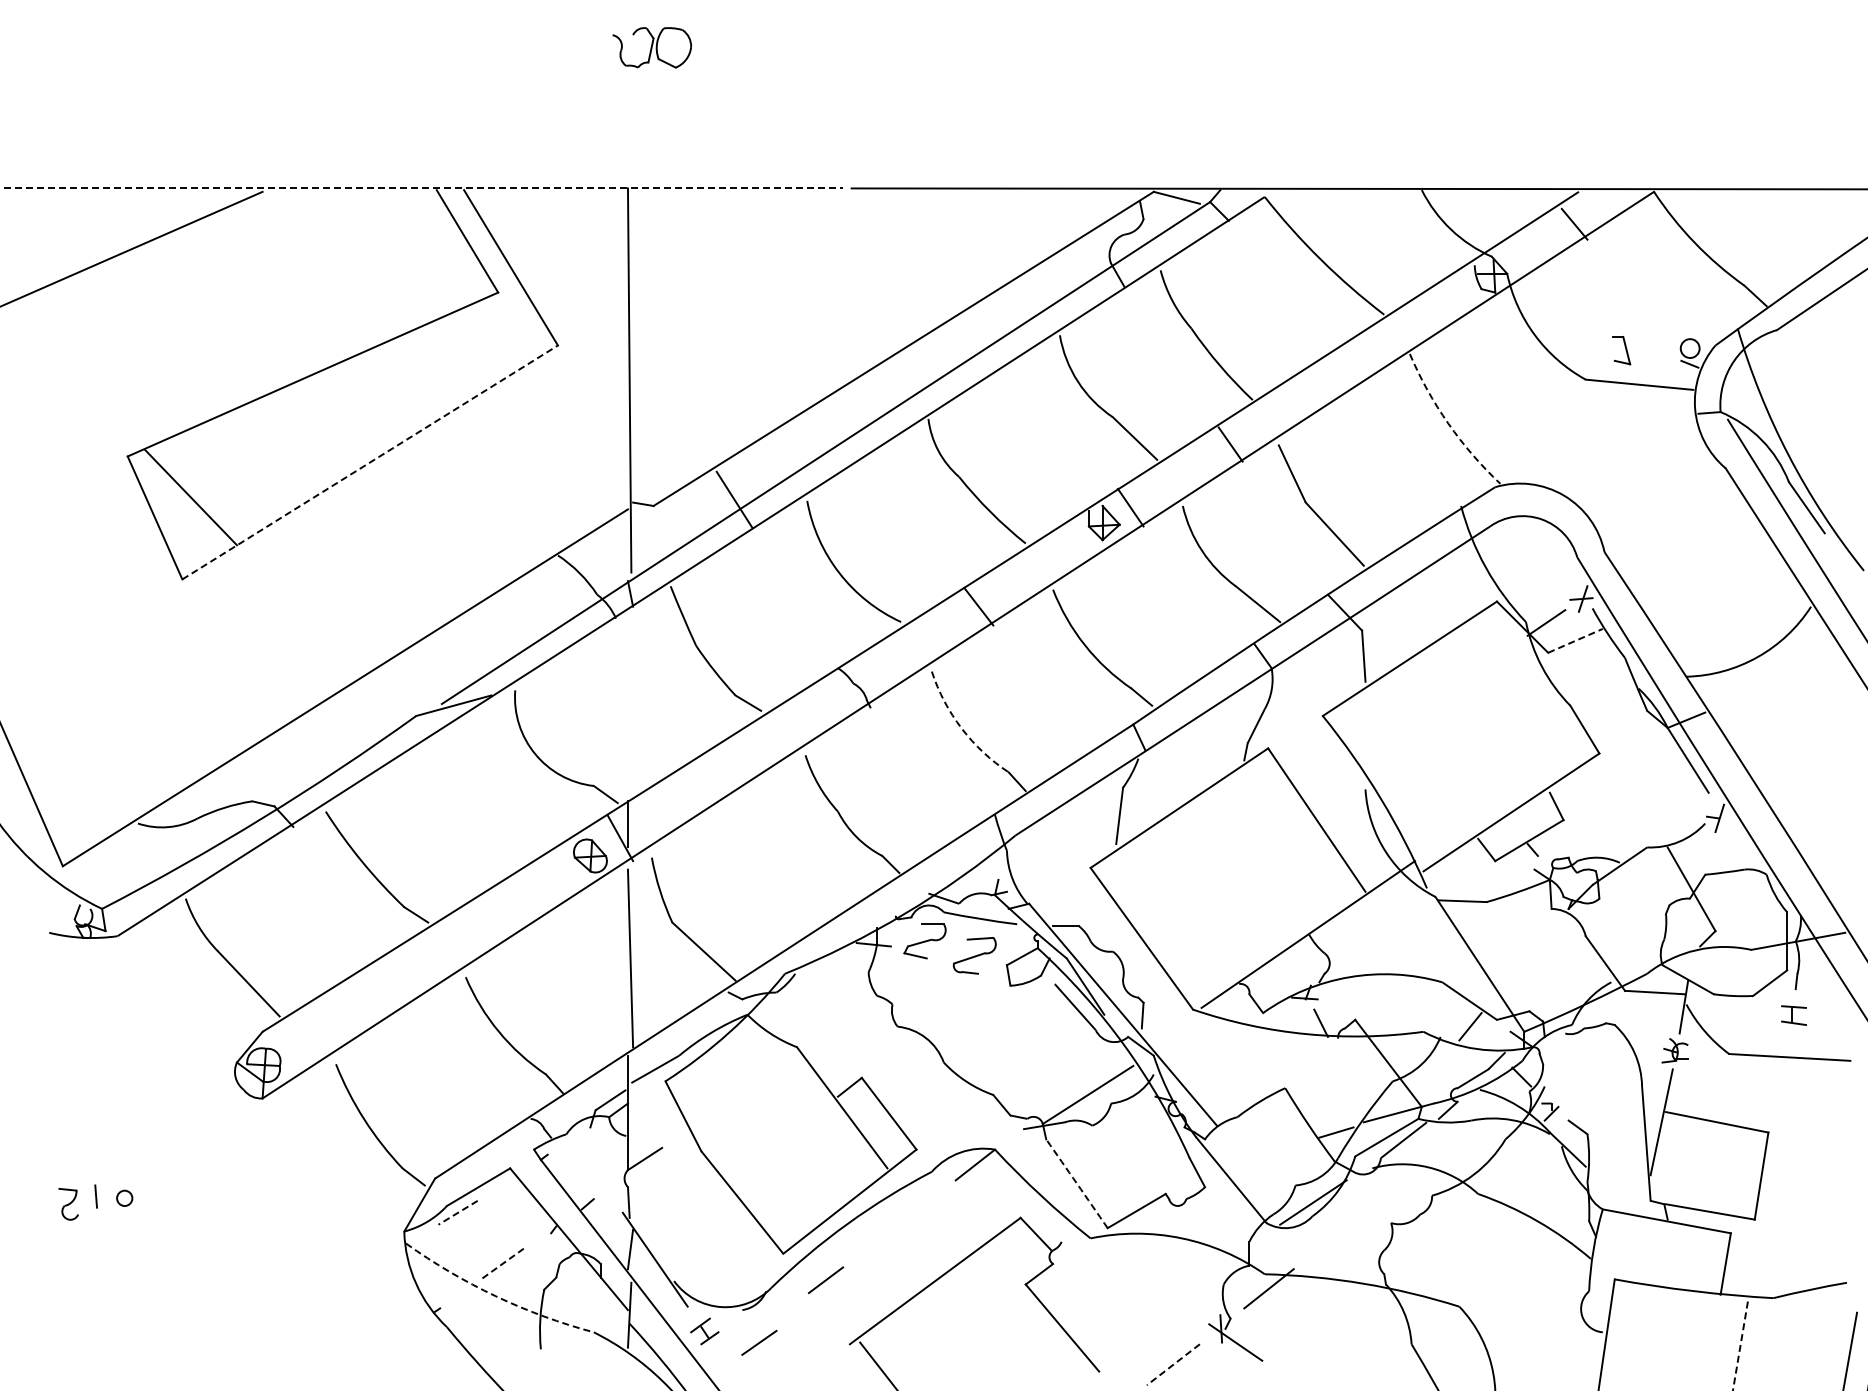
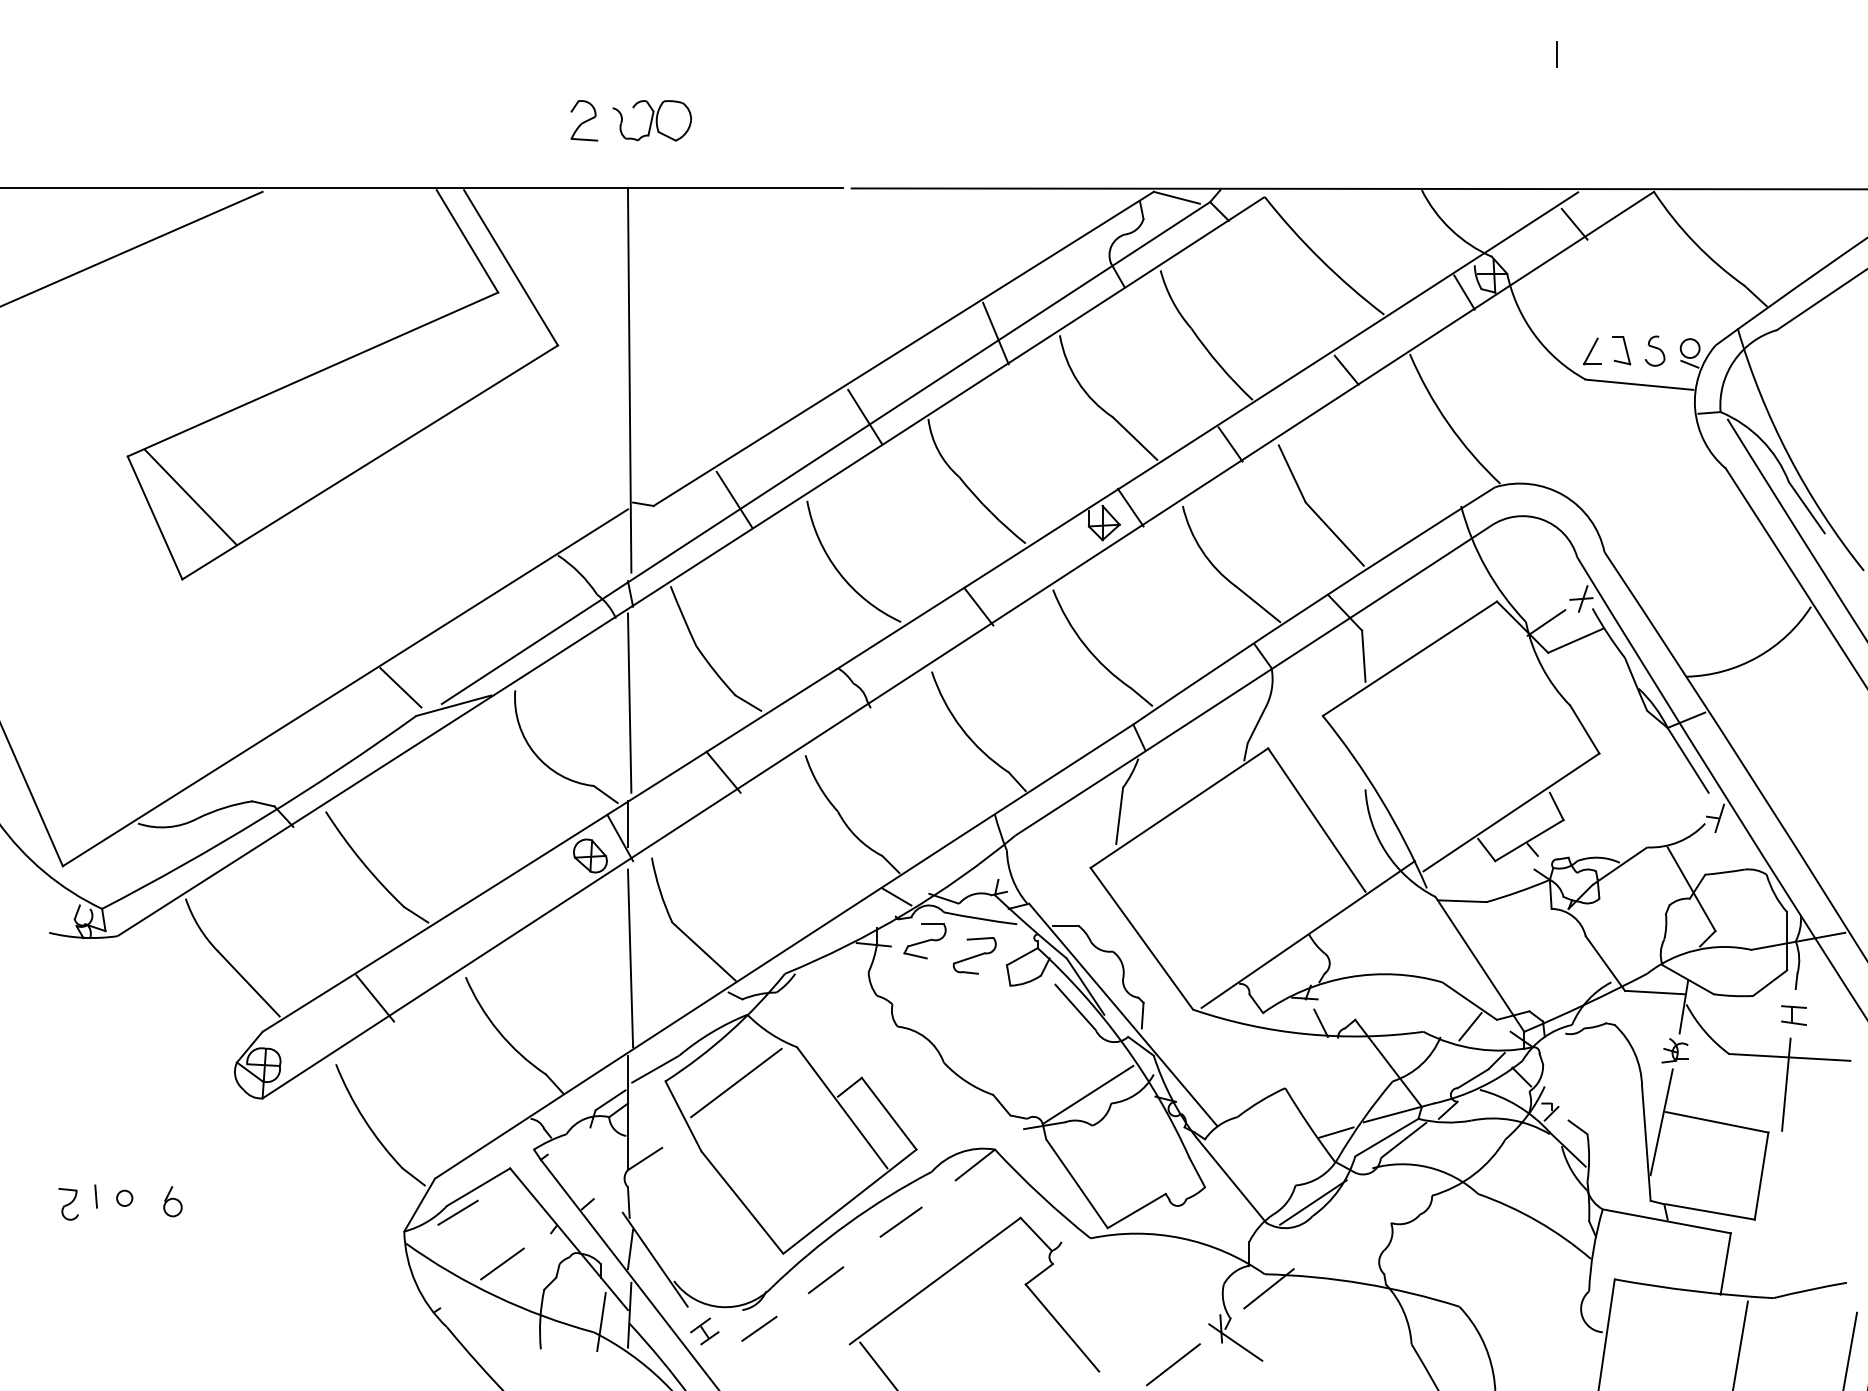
part at (651, 47) position: (651, 47) -> (651, 120)
line at (1556, 54): none -> present
part at (584, 120): none -> present
line at (422, 188): dashed -> solid
line at (1464, 292): none -> present
line at (995, 333): none -> present
part at (1654, 350): none -> present
part at (1592, 351): none -> present
line at (1346, 369): none -> present
line at (865, 416): none -> present
arc at (1448, 423): dashed -> solid
line at (370, 462): dashed -> solid
line at (1575, 640): dashed -> solid
line at (400, 687): none -> present
line at (629, 702): none -> present
arc at (961, 728): dashed -> solid
line at (723, 771): none -> present
line at (896, 896): none -> present
line at (375, 998): none -> present
line at (736, 1082): none -> present
line at (1786, 1084): none -> present
arc at (1077, 1183): dashed -> solid
part at (172, 1201): none -> present
line at (458, 1212): dashed -> solid
line at (900, 1221): none -> present
line at (502, 1264): dashed -> solid
arc at (495, 1296): dashed -> solid
line at (601, 1322): none -> present
line at (759, 1342) position: (759, 1342) -> (759, 1328)
line at (1740, 1345): dashed -> solid
line at (1173, 1365): dashed -> solid
